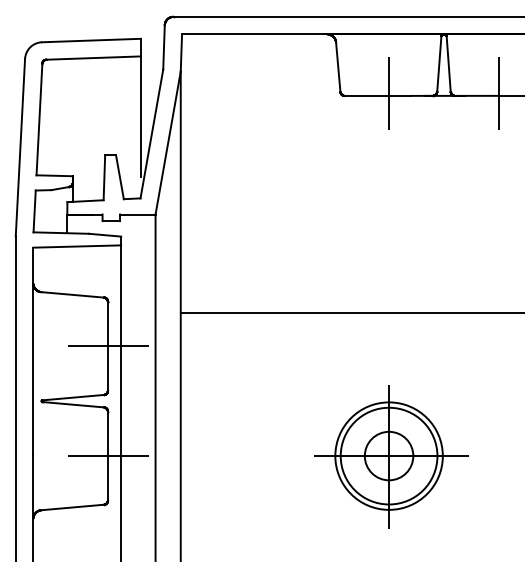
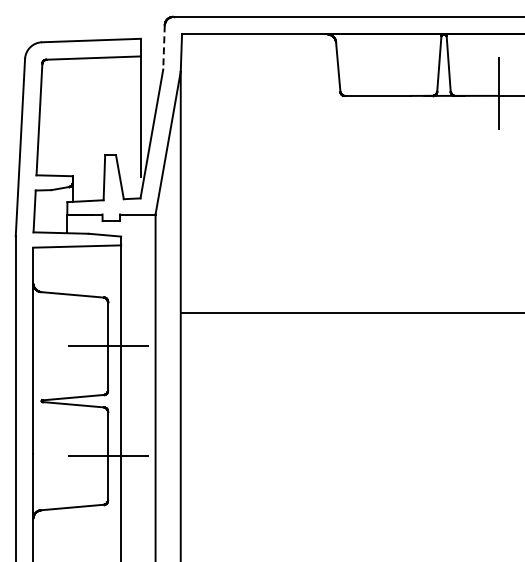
line at (164, 47): solid -> dashed
line at (389, 93): present -> none
part at (391, 456): present -> none
